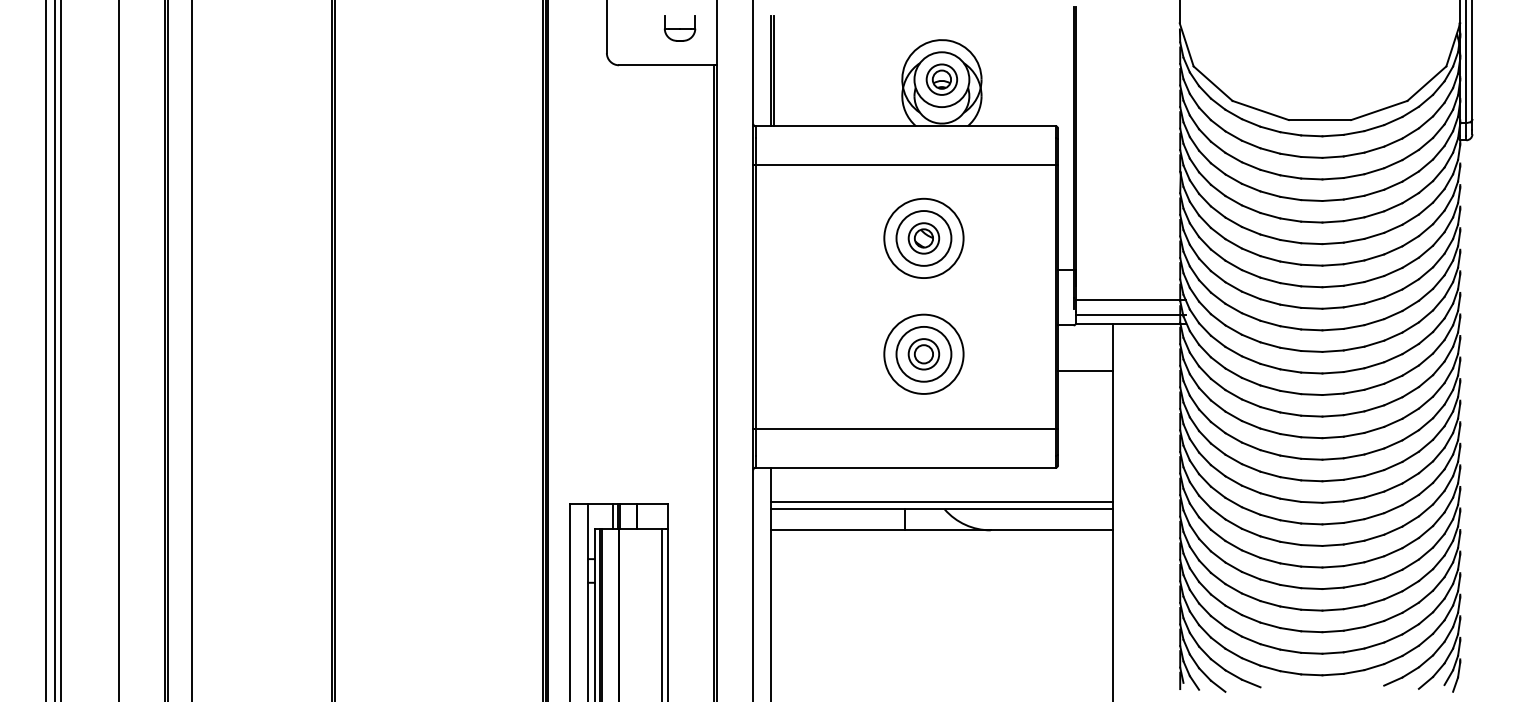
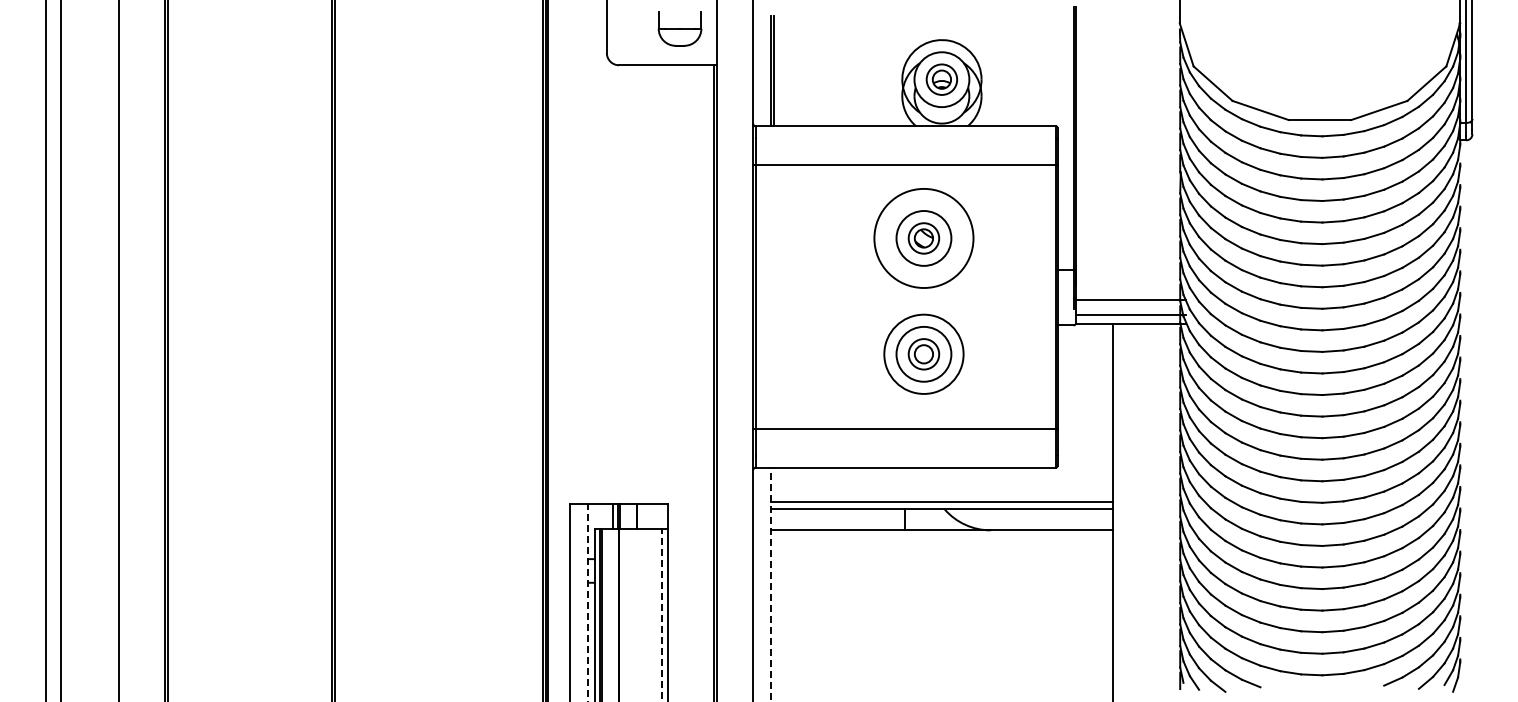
part at (679, 28) size: 34x27 px -> 46x36 px
circle at (923, 238) diameter: 79 px -> 99 px
line at (54, 350): present -> none
line at (192, 350): present -> none
line at (1085, 370): present -> none
line at (771, 584): solid -> dashed
line at (588, 602): solid -> dashed
line at (661, 614): solid -> dashed
